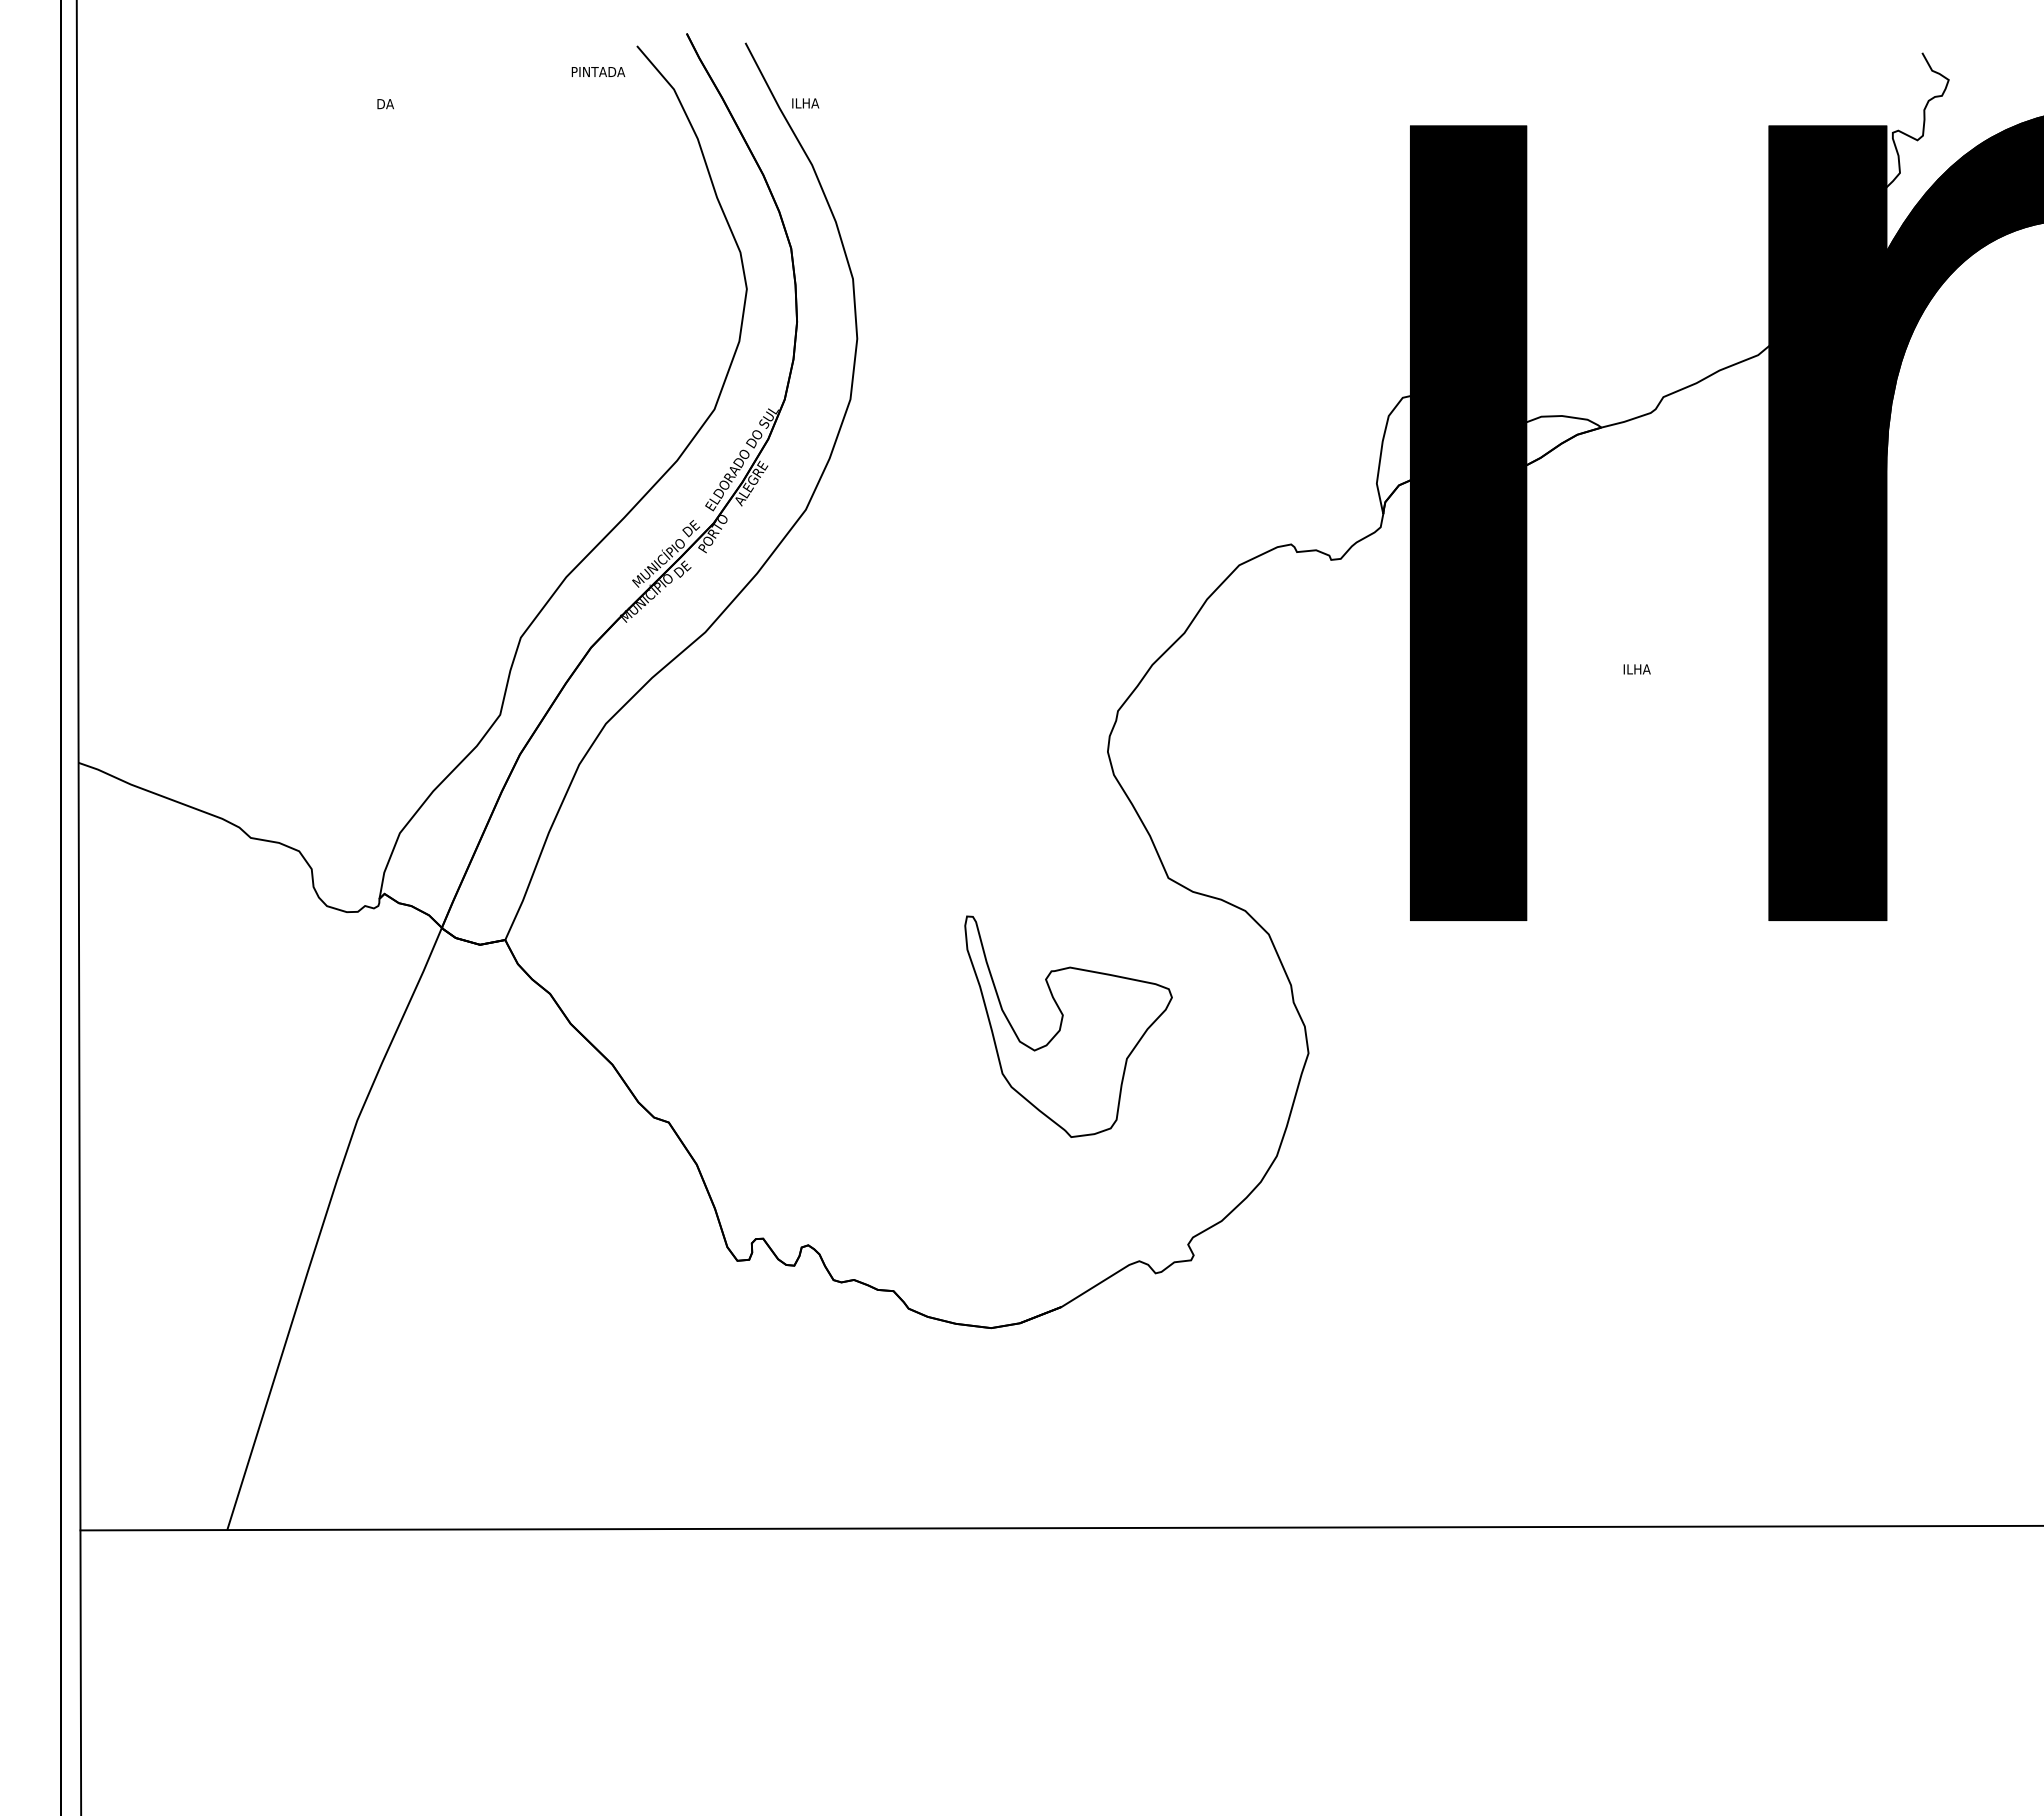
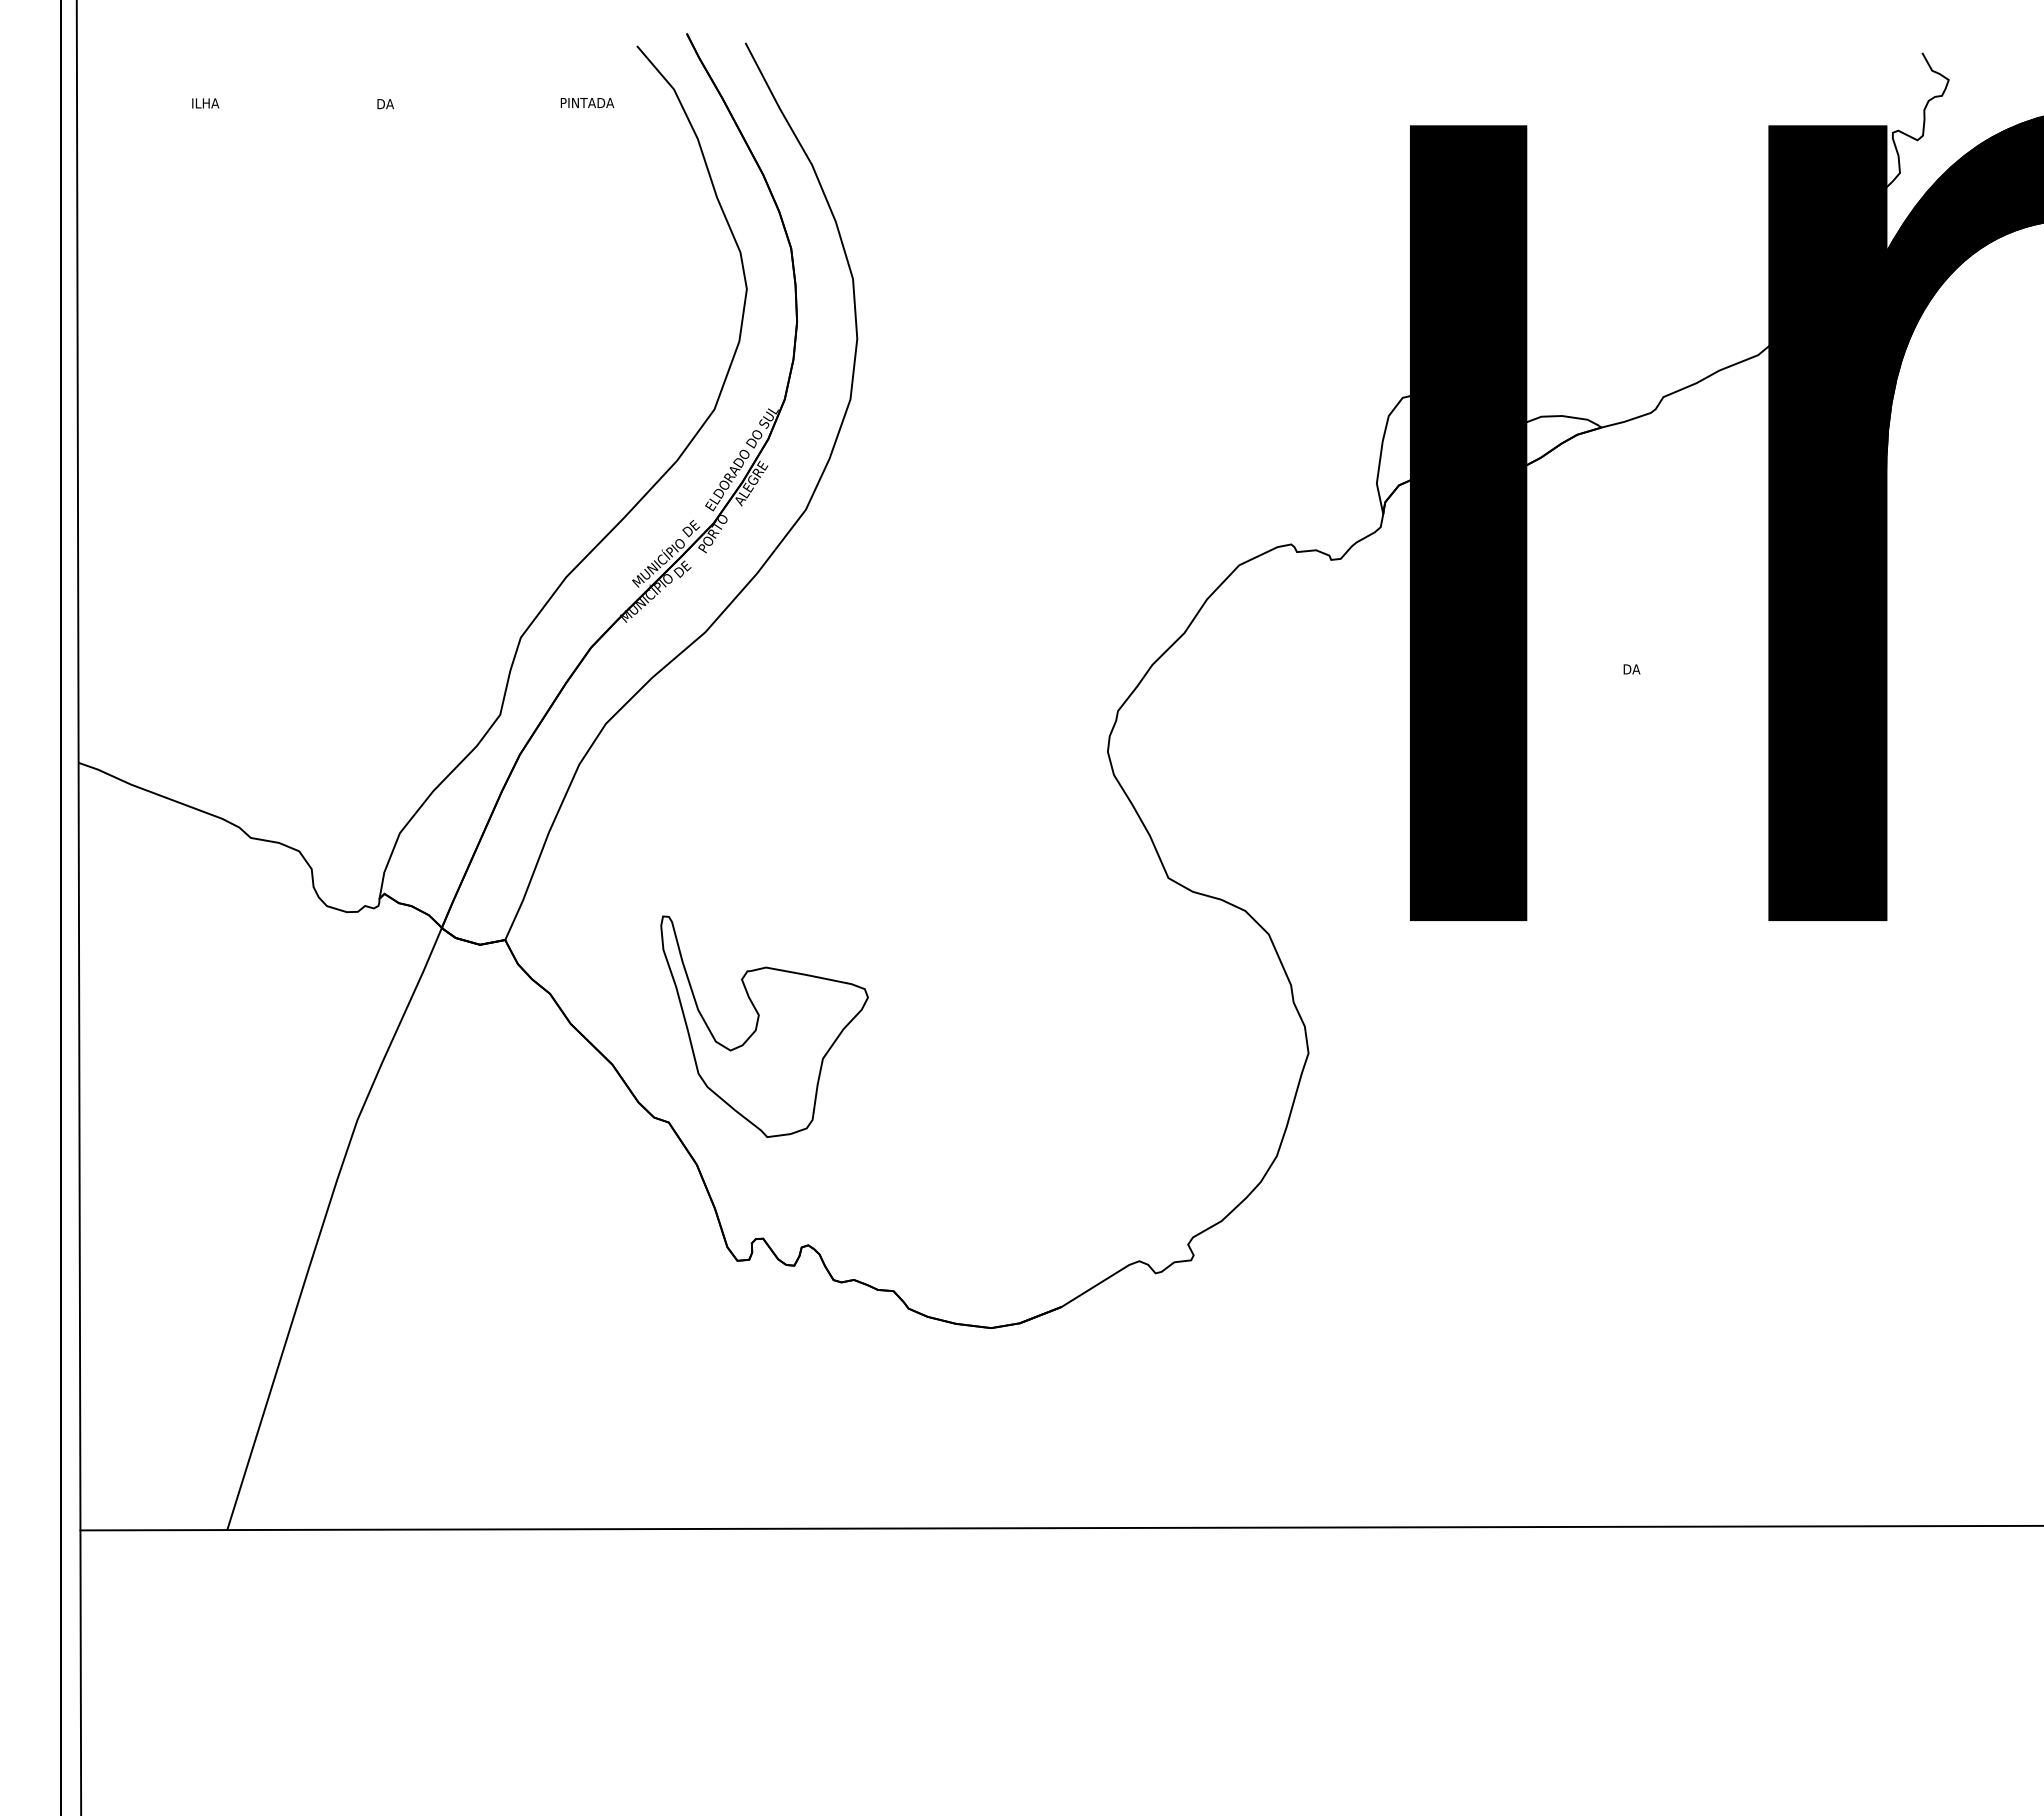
text at (598, 71) position: (598, 71) -> (587, 102)
text at (805, 103) position: (805, 103) -> (205, 103)
text at (1637, 669): ILHA -> DA
part at (1068, 1026) position: (1068, 1026) -> (764, 1026)
